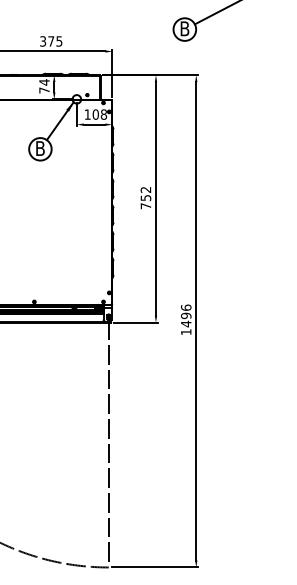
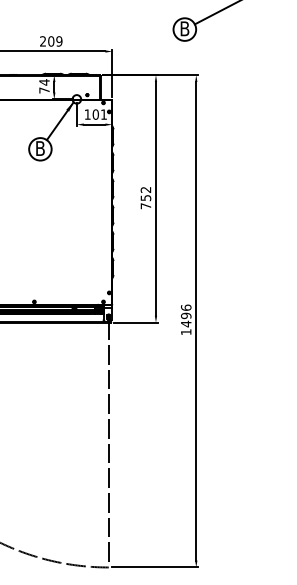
text at (51, 41): 375 -> 209
text at (103, 114): 108 -> 101
